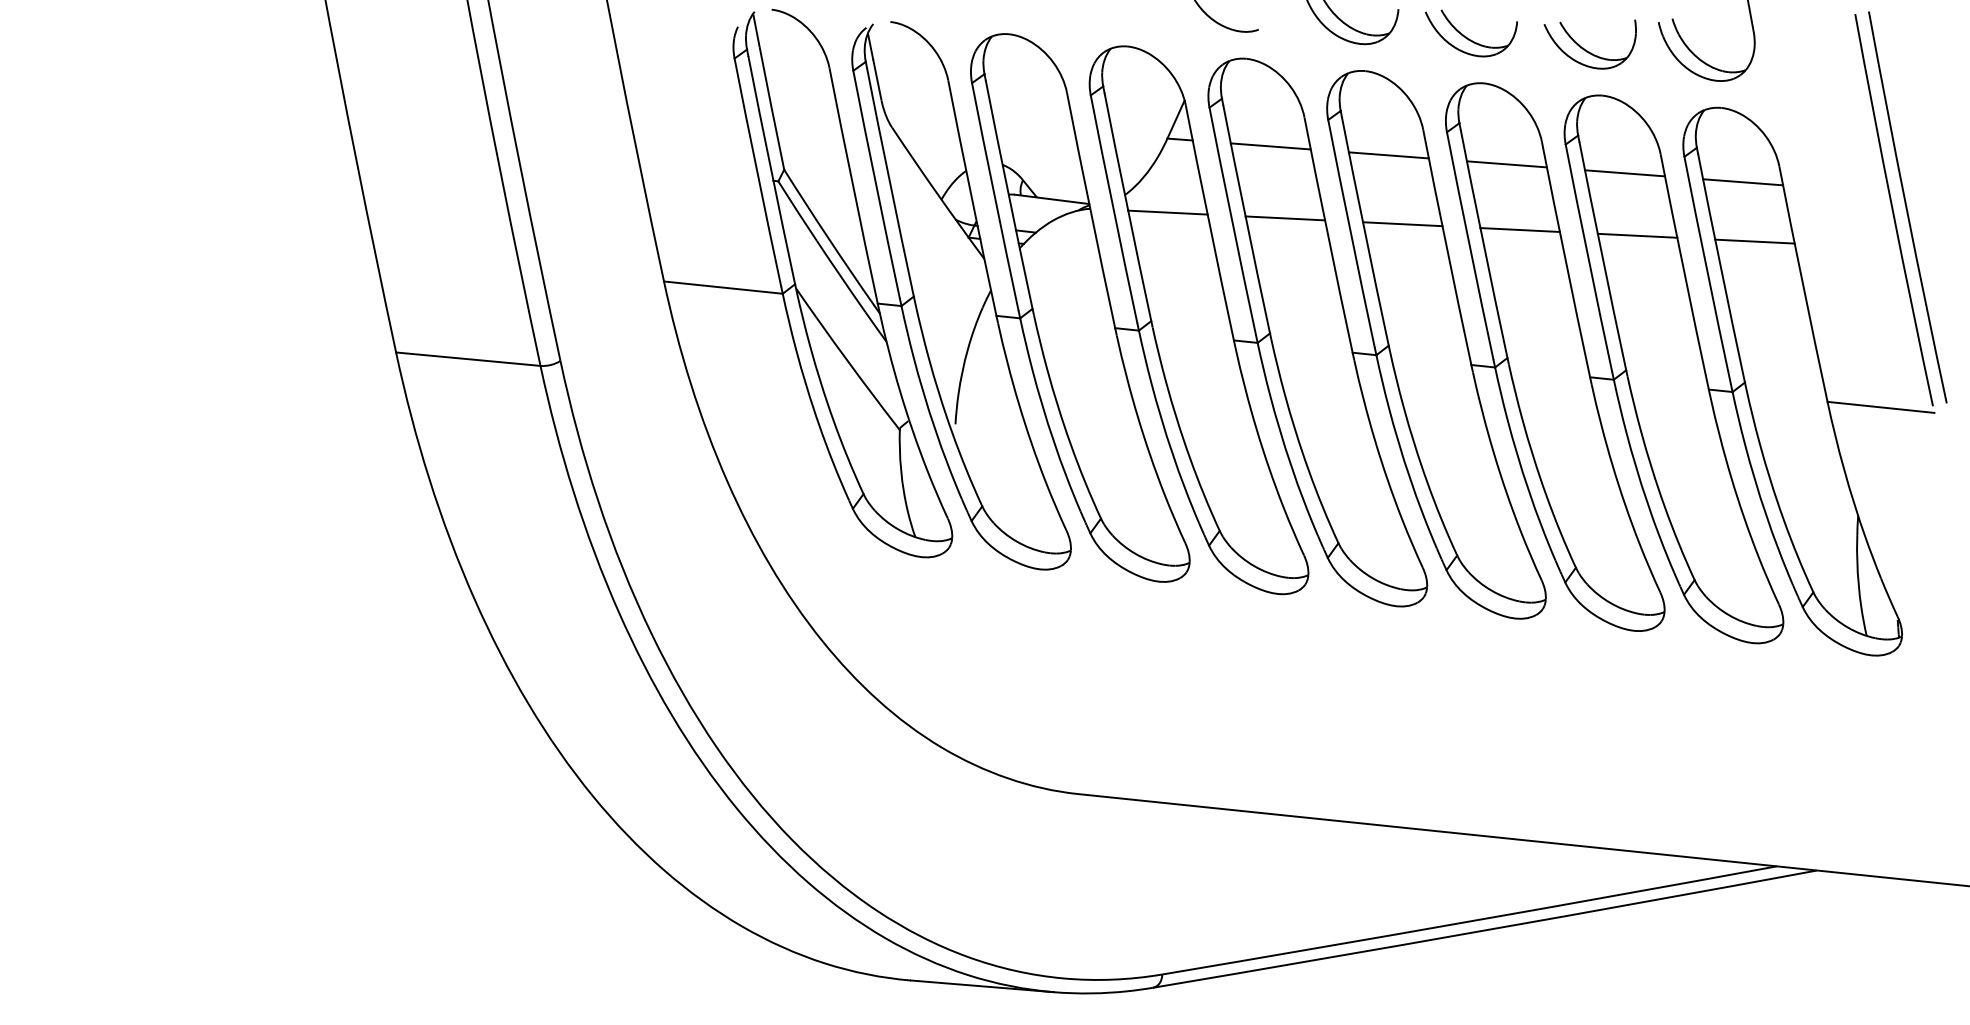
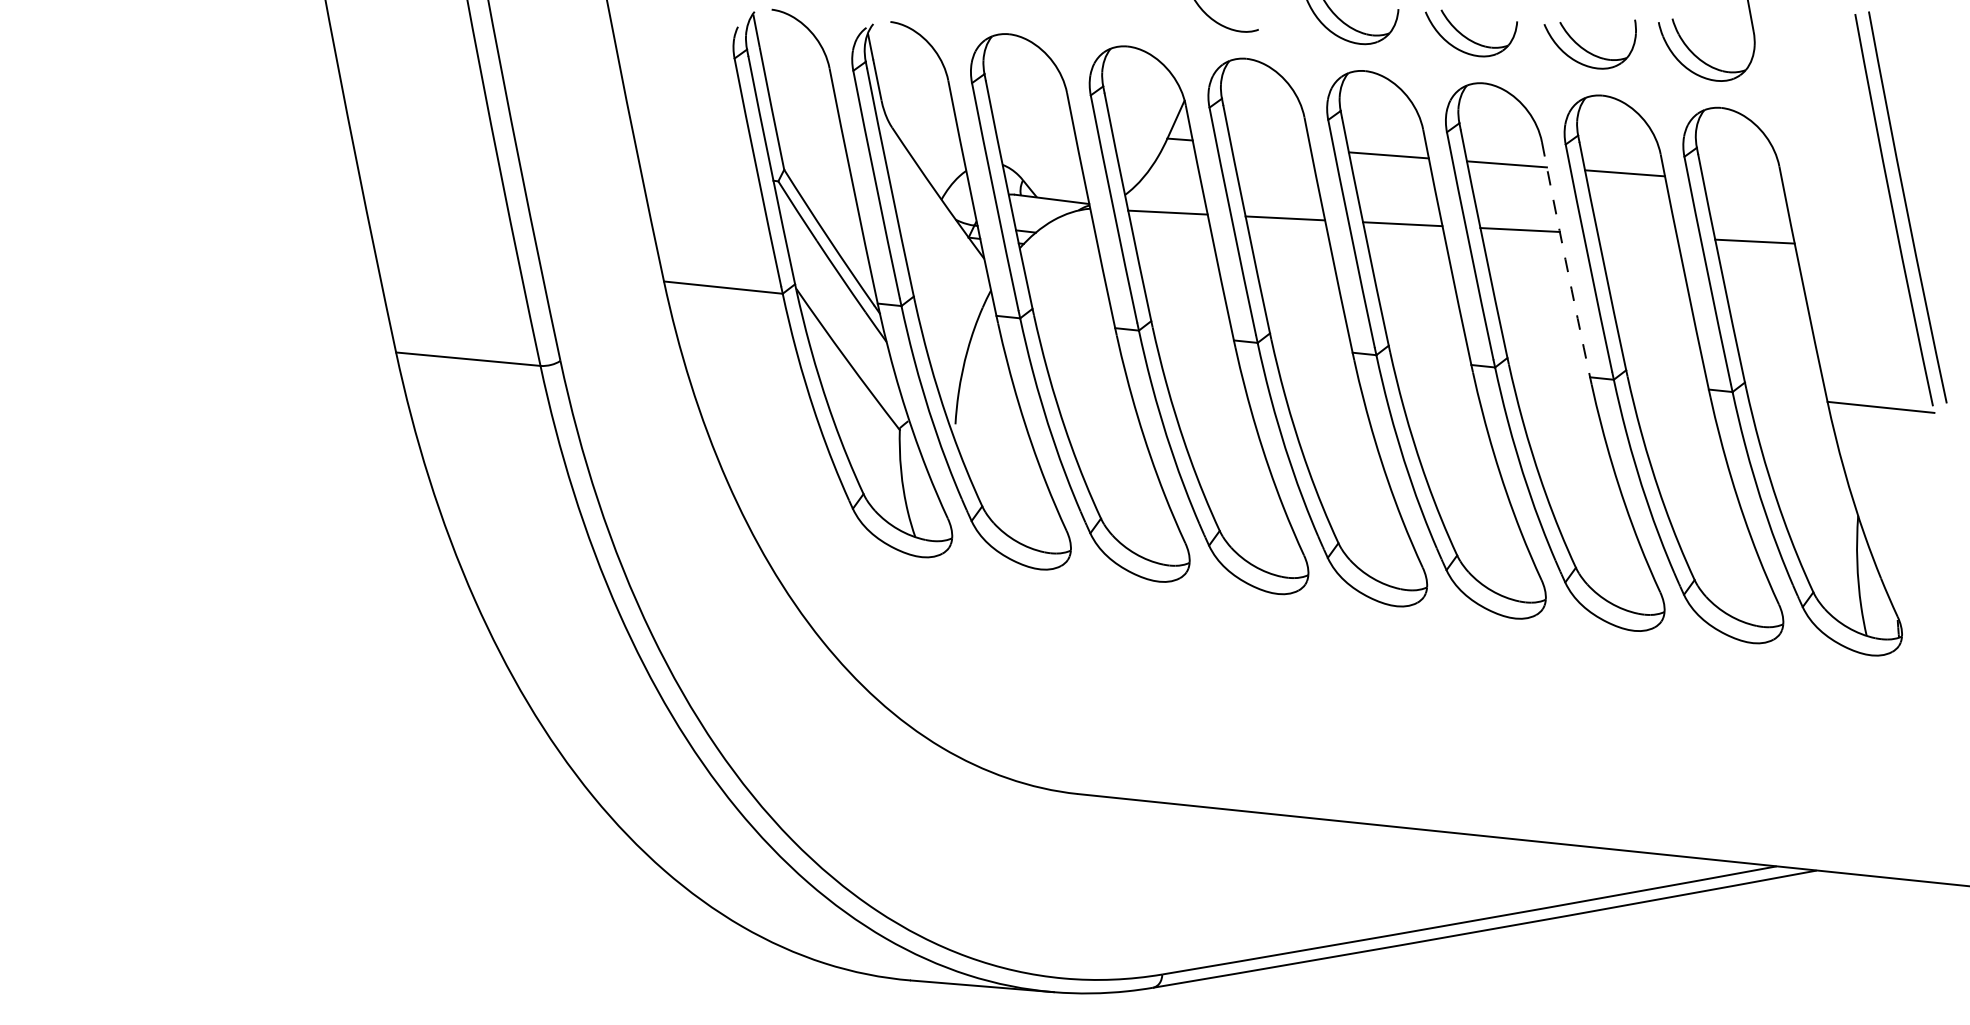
line at (1270, 146): present -> none
line at (1743, 182): present -> none
line at (1637, 235): present -> none
arc at (1565, 259): solid -> dashed
